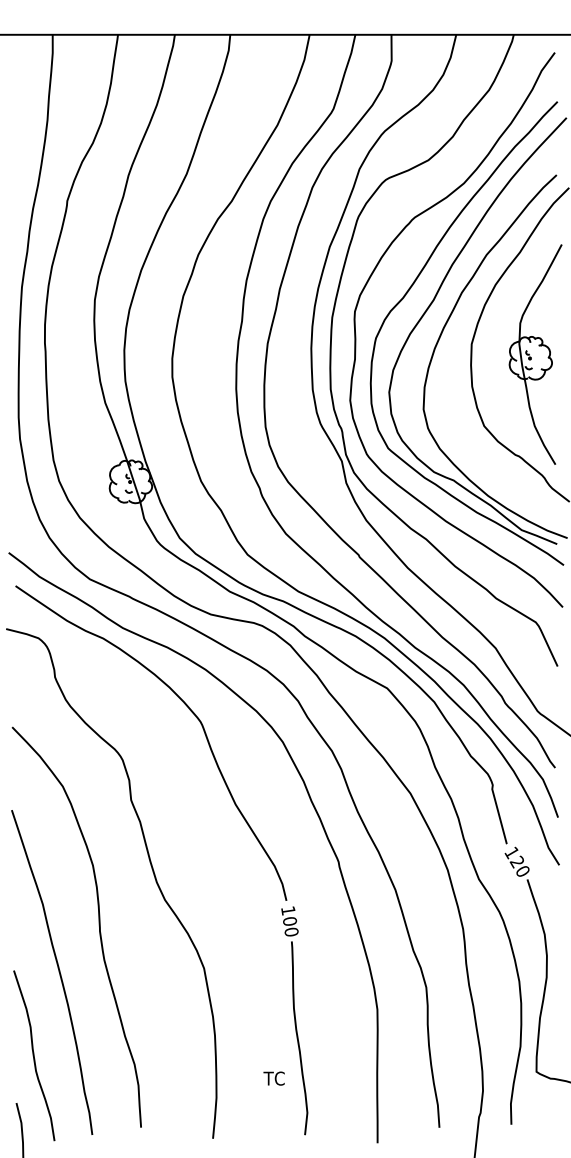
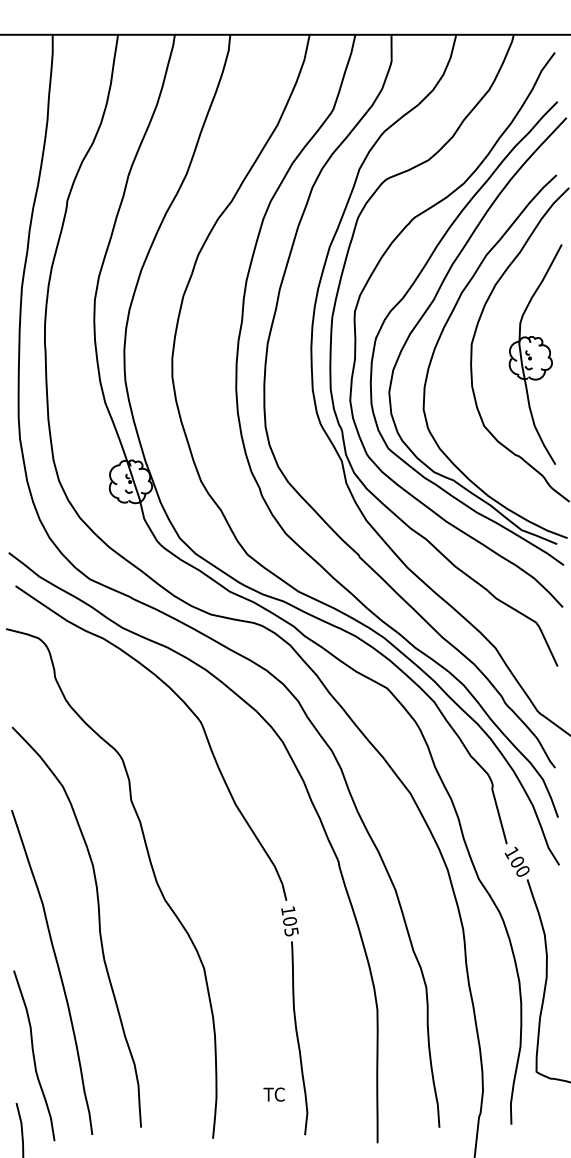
text at (516, 861): 120 -> 100
text at (291, 931): 100 -> 105
text at (273, 1078) position: (273, 1078) -> (273, 1094)
